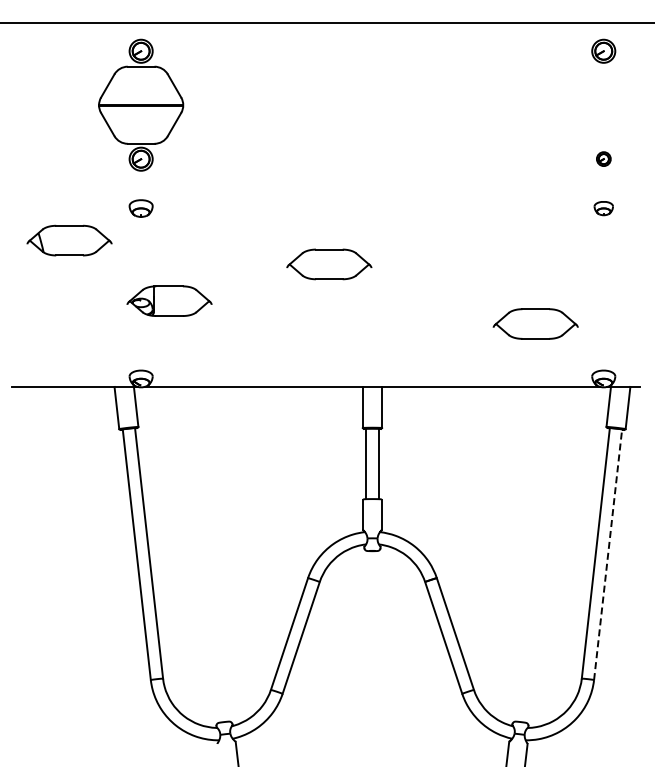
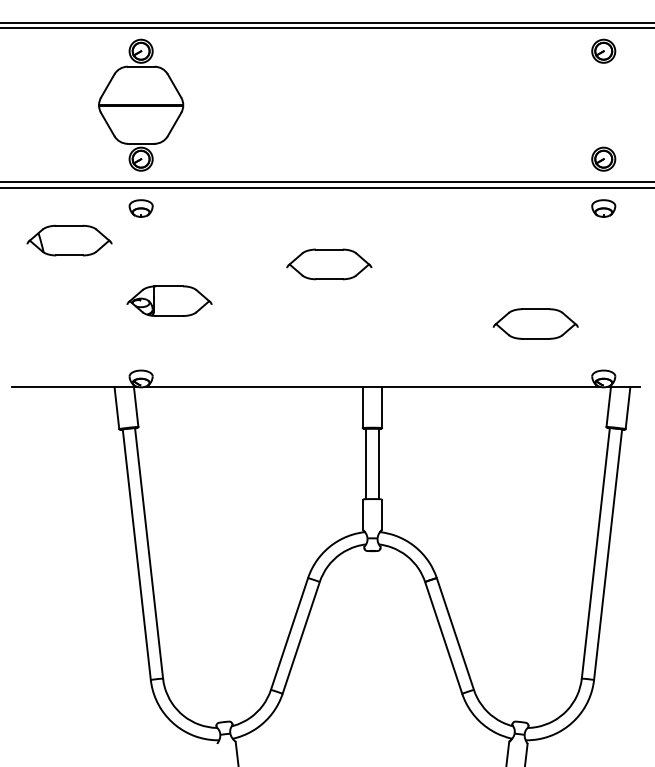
line at (326, 28): none -> present
part at (603, 158) size: 16x16 px -> 26x26 px
line at (326, 182): none -> present
line at (326, 187): none -> present
part at (603, 208) size: 21x16 px -> 26x19 px
line at (608, 554): dashed -> solid
